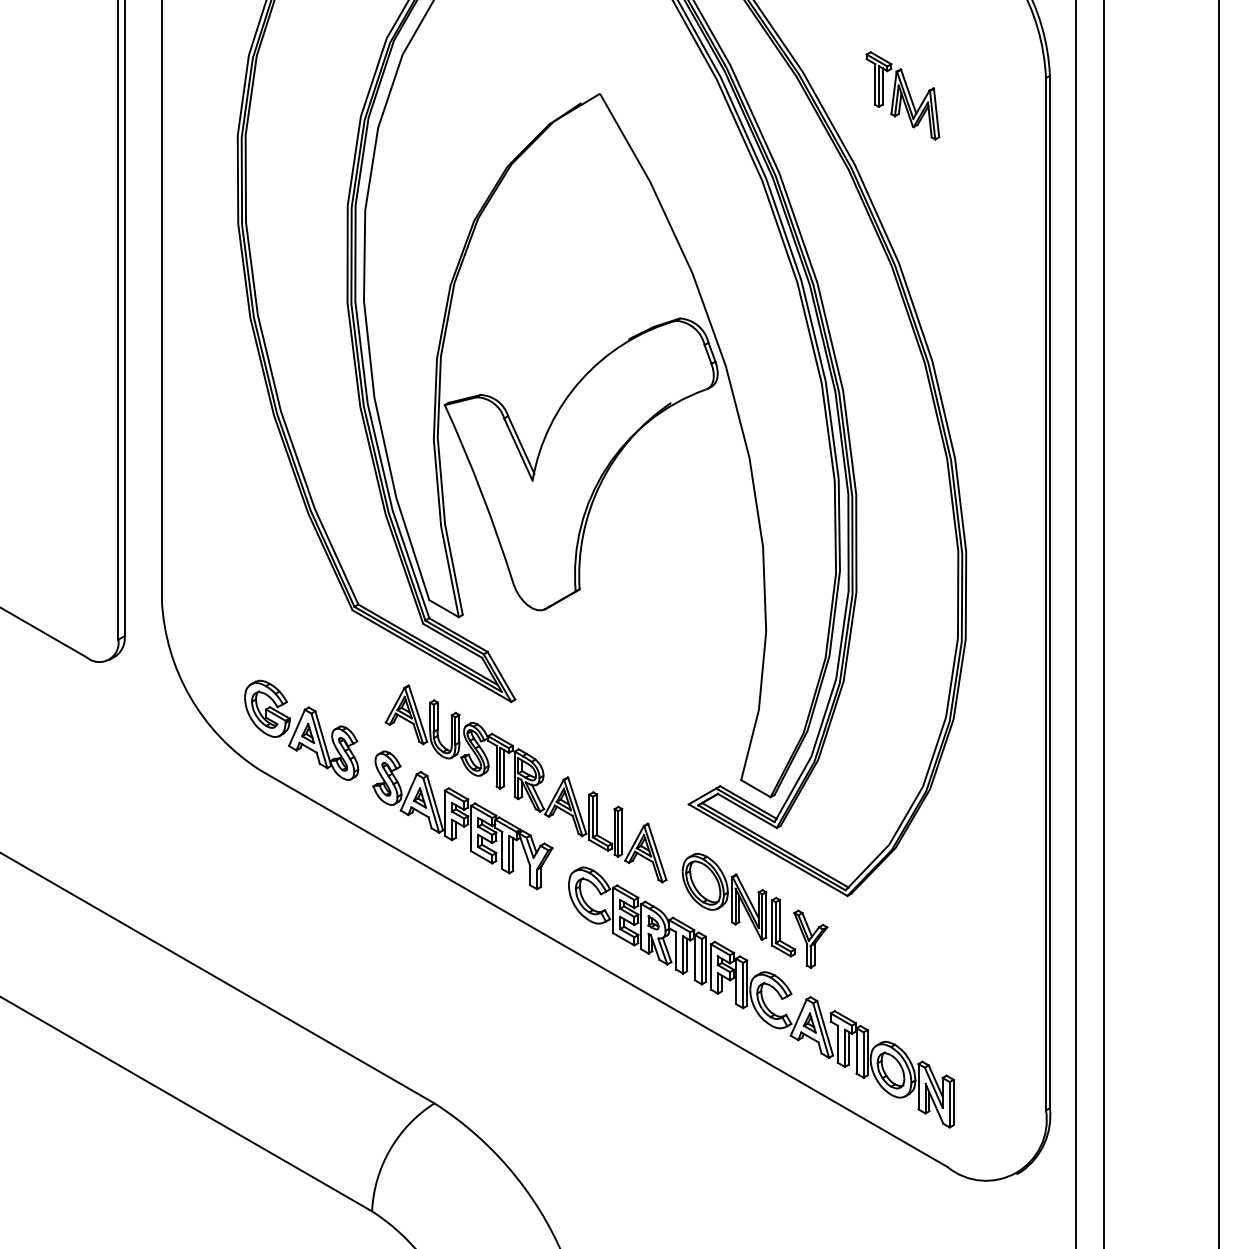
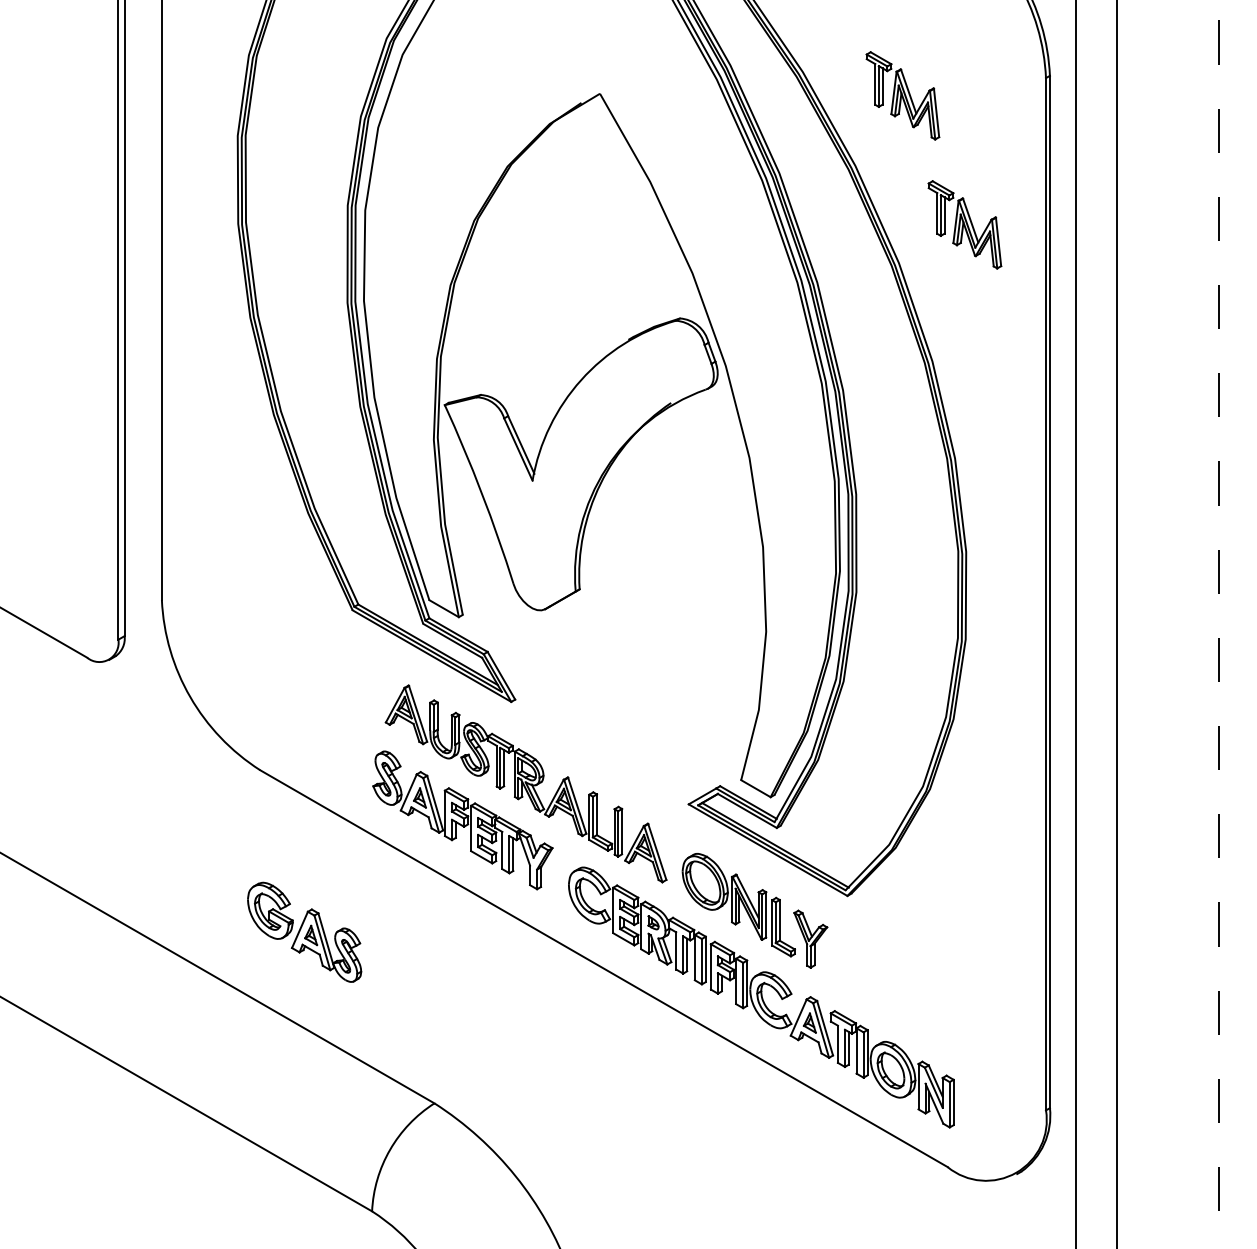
part at (964, 224): none -> present
line at (1103, 623) position: (1103, 623) -> (1116, 623)
line at (1219, 624): solid -> dashed
part at (301, 729) position: (301, 729) -> (304, 931)
